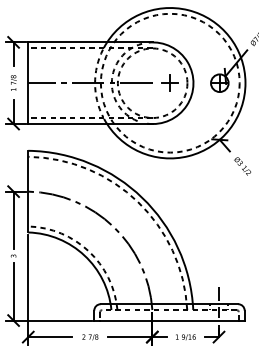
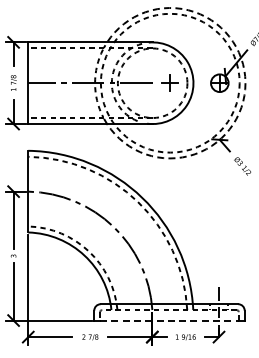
arc at (245, 82): solid -> dashed
line at (169, 320): solid -> dashed
